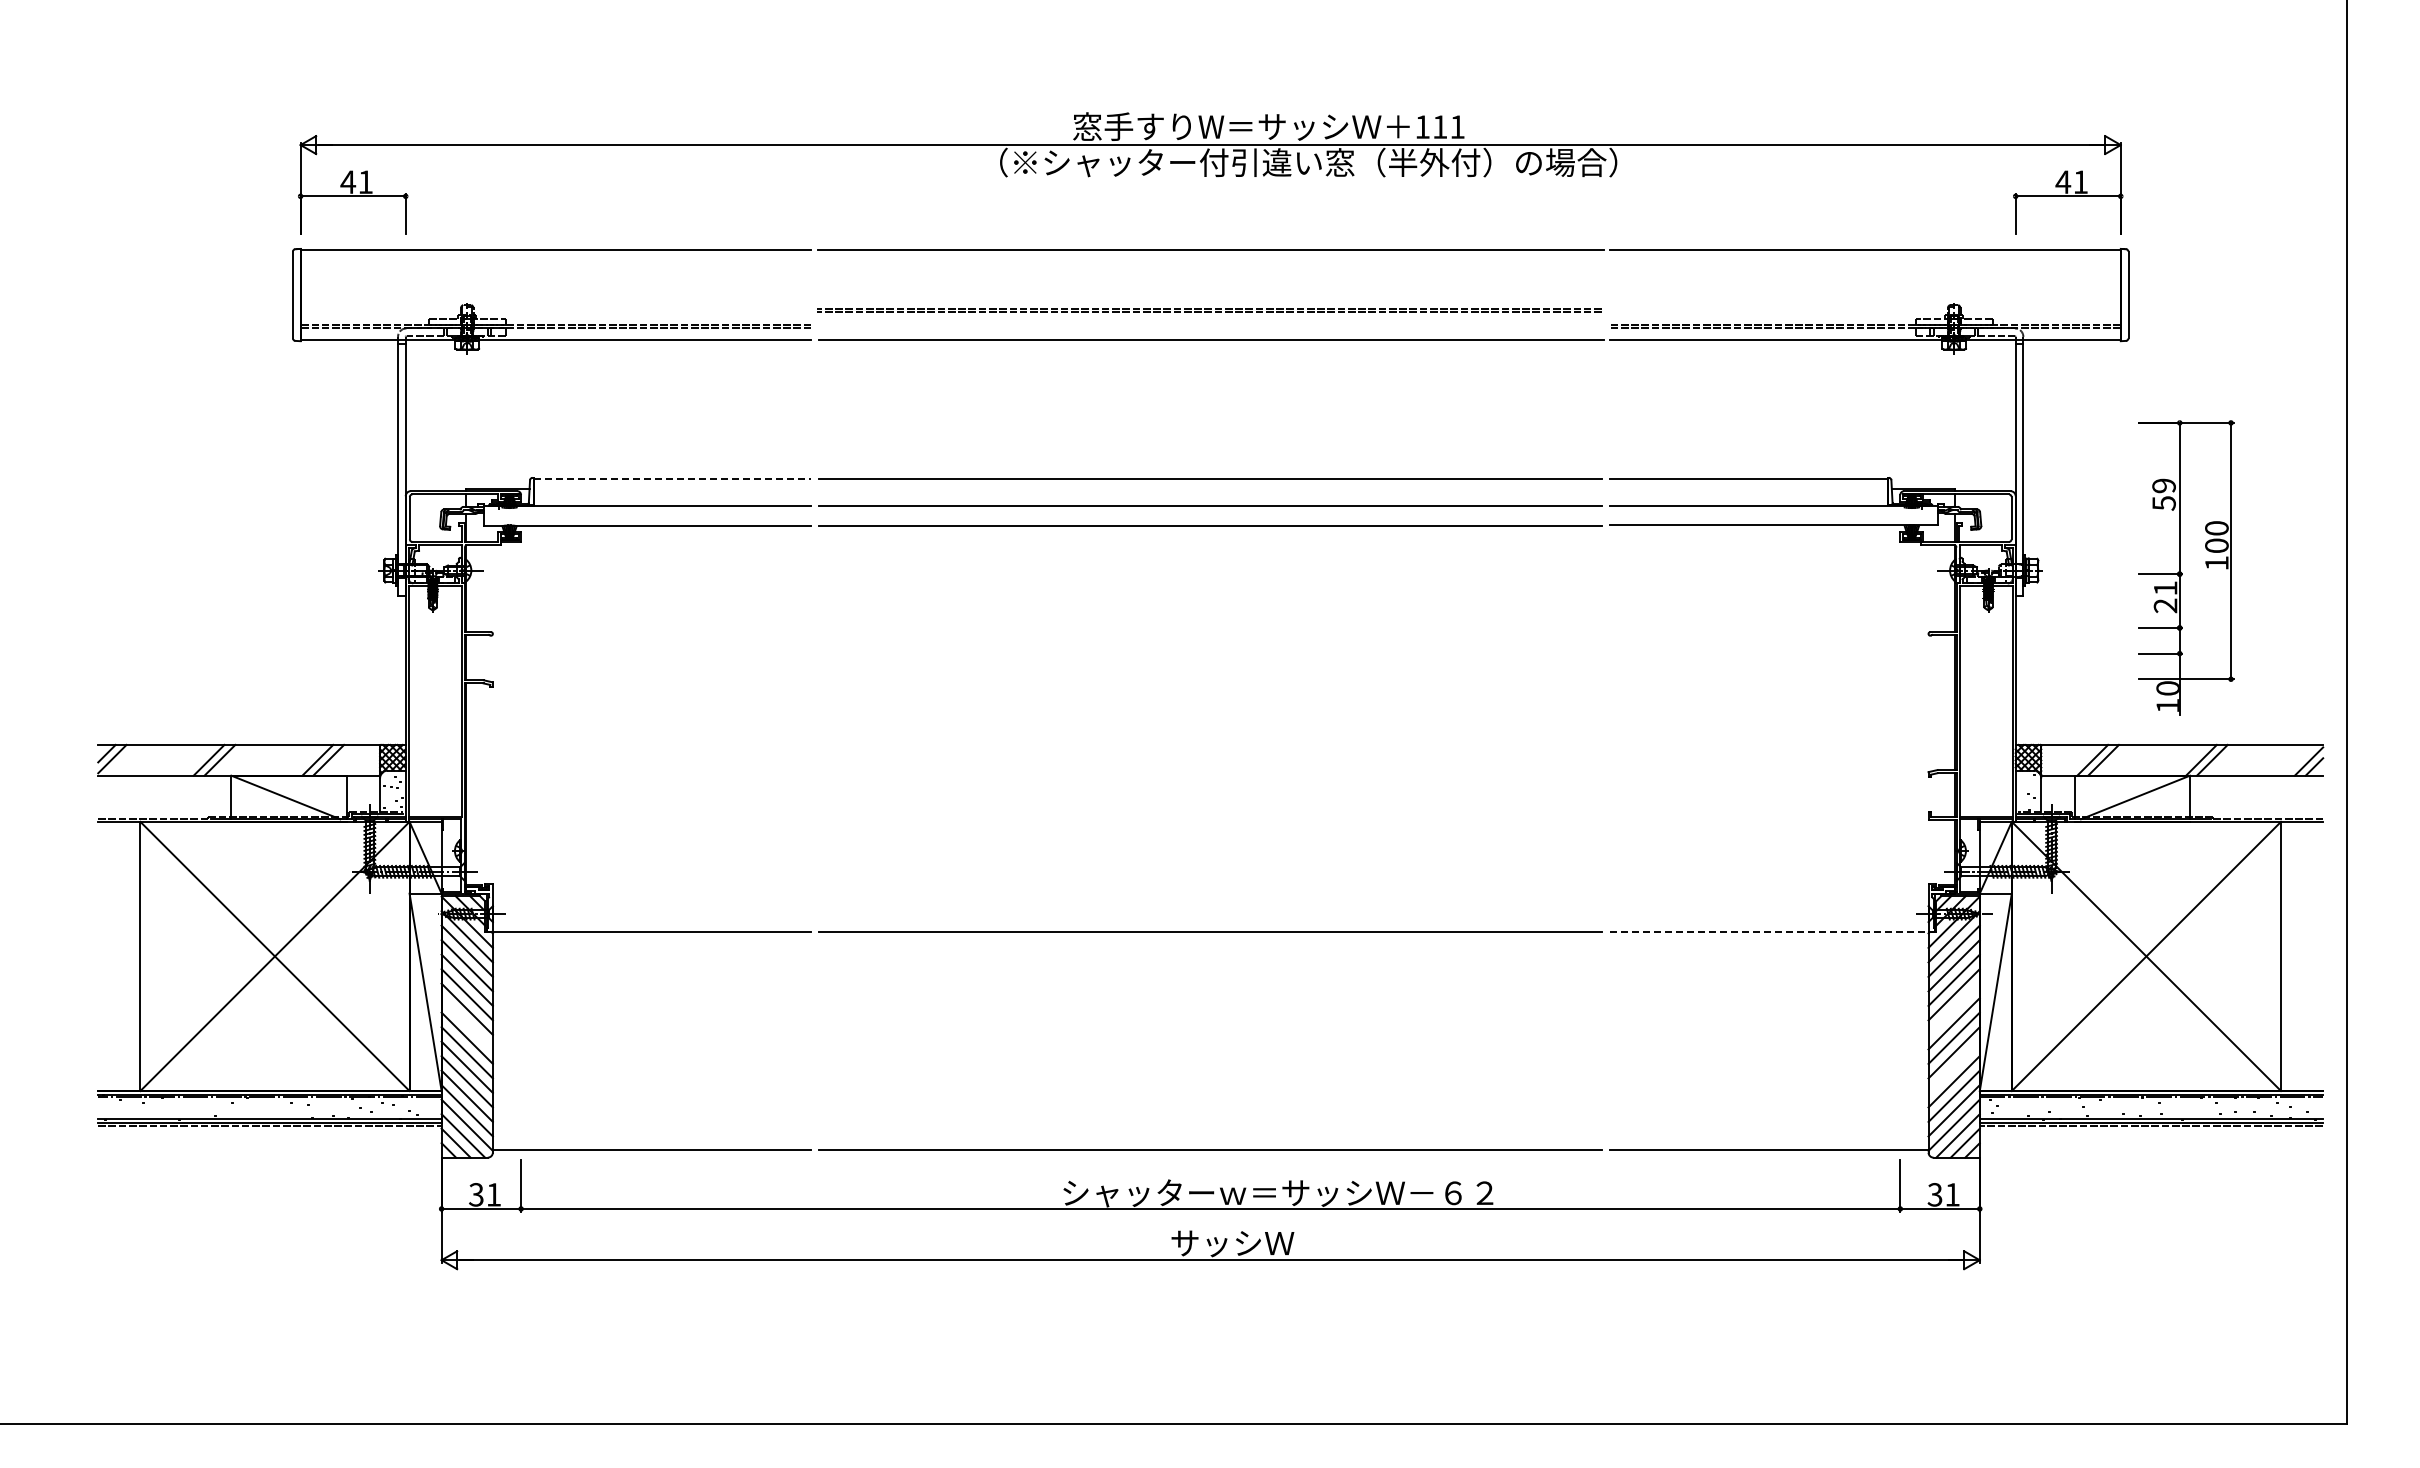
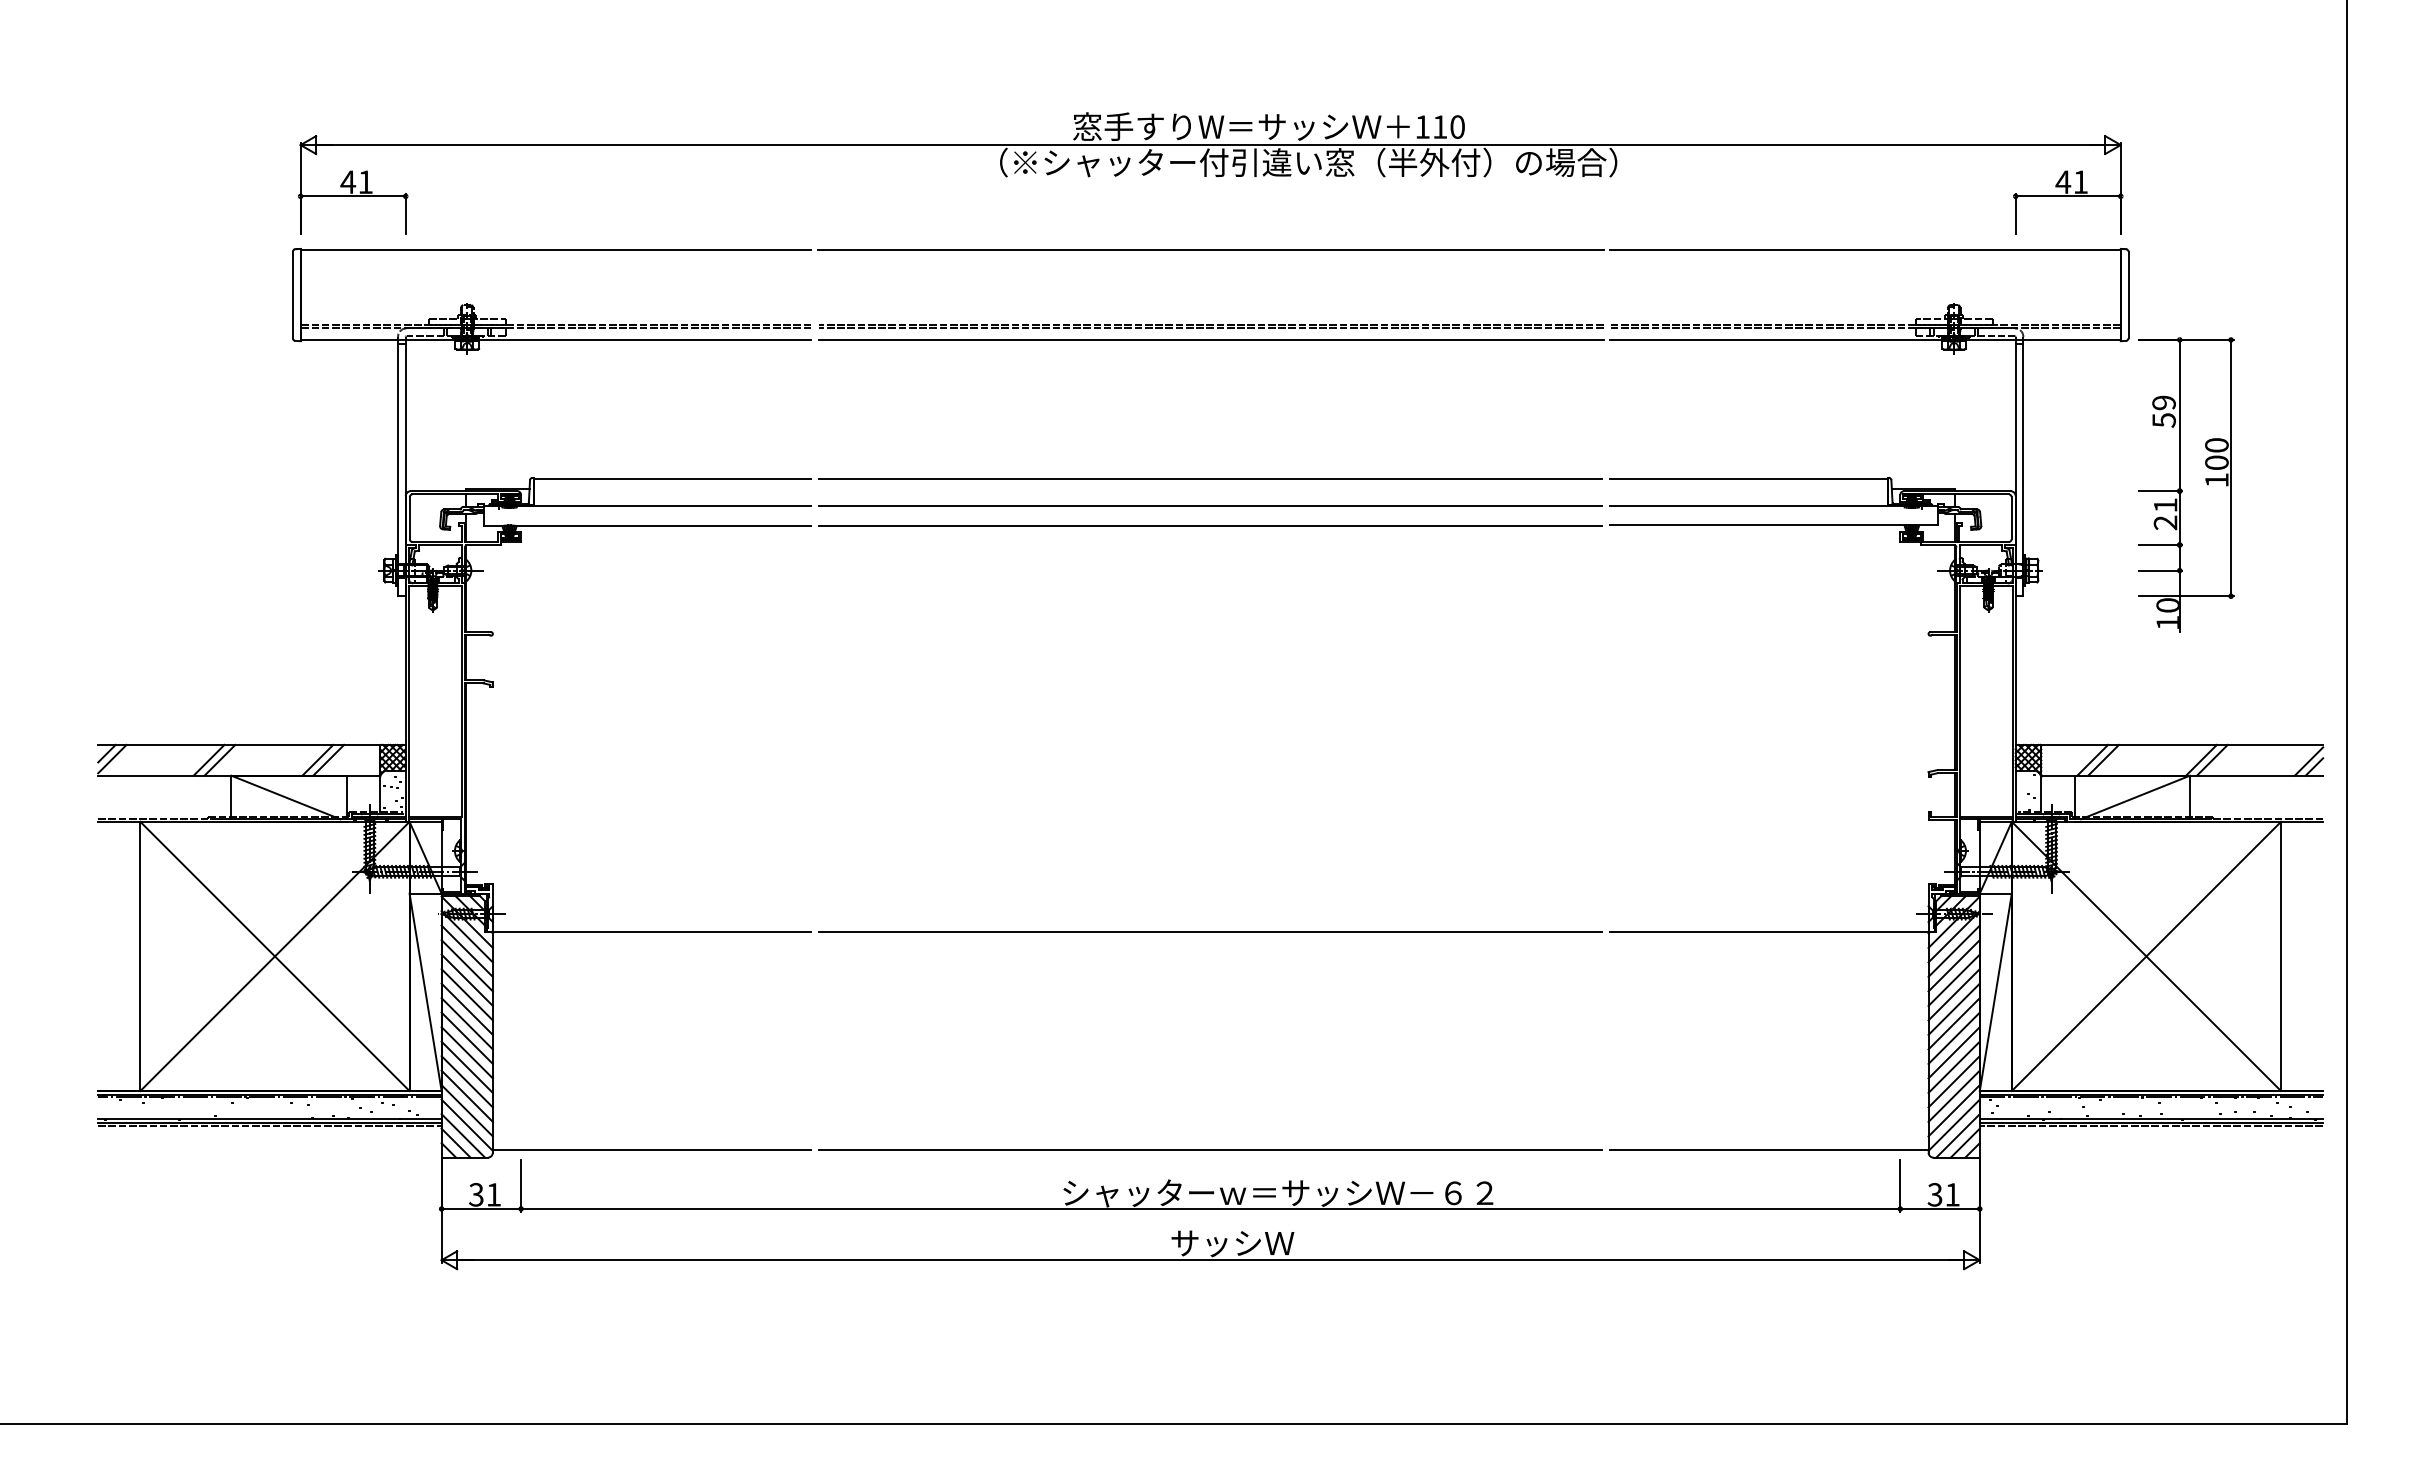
text at (1457, 126): 111 -> 110
line at (1209, 309) position: (1209, 309) -> (1211, 325)
line at (672, 478): dashed -> solid
part at (2186, 567) position: (2186, 567) -> (2186, 484)
line at (1772, 932): dashed -> solid
line at (1953, 1008): none -> present
line at (466, 1023): none -> present
line at (1953, 1066): none -> present
